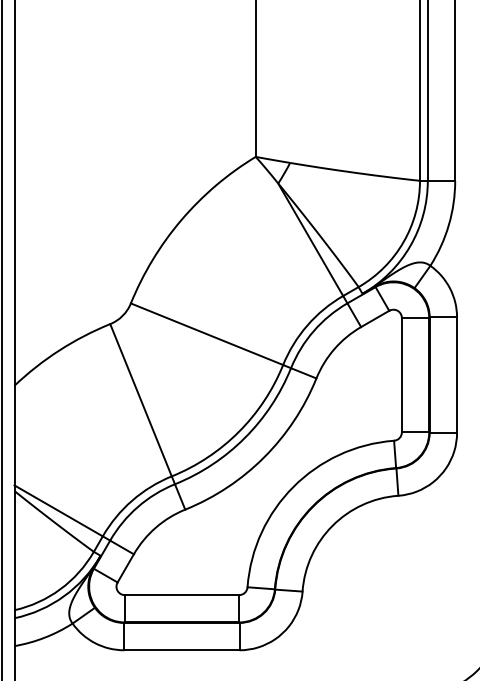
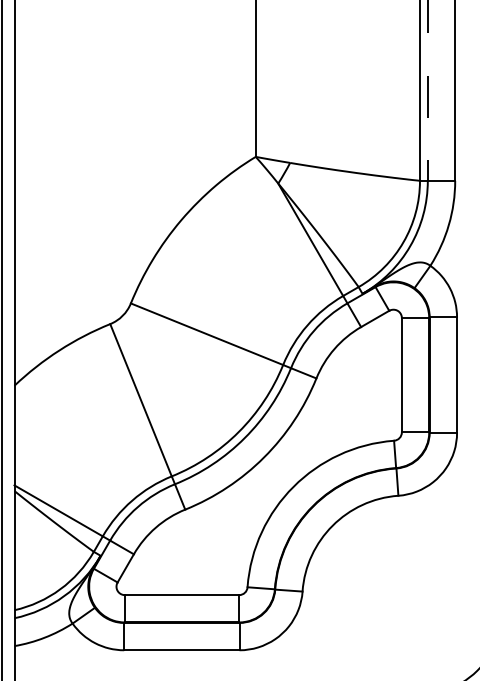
line at (427, 91): solid -> dashed
